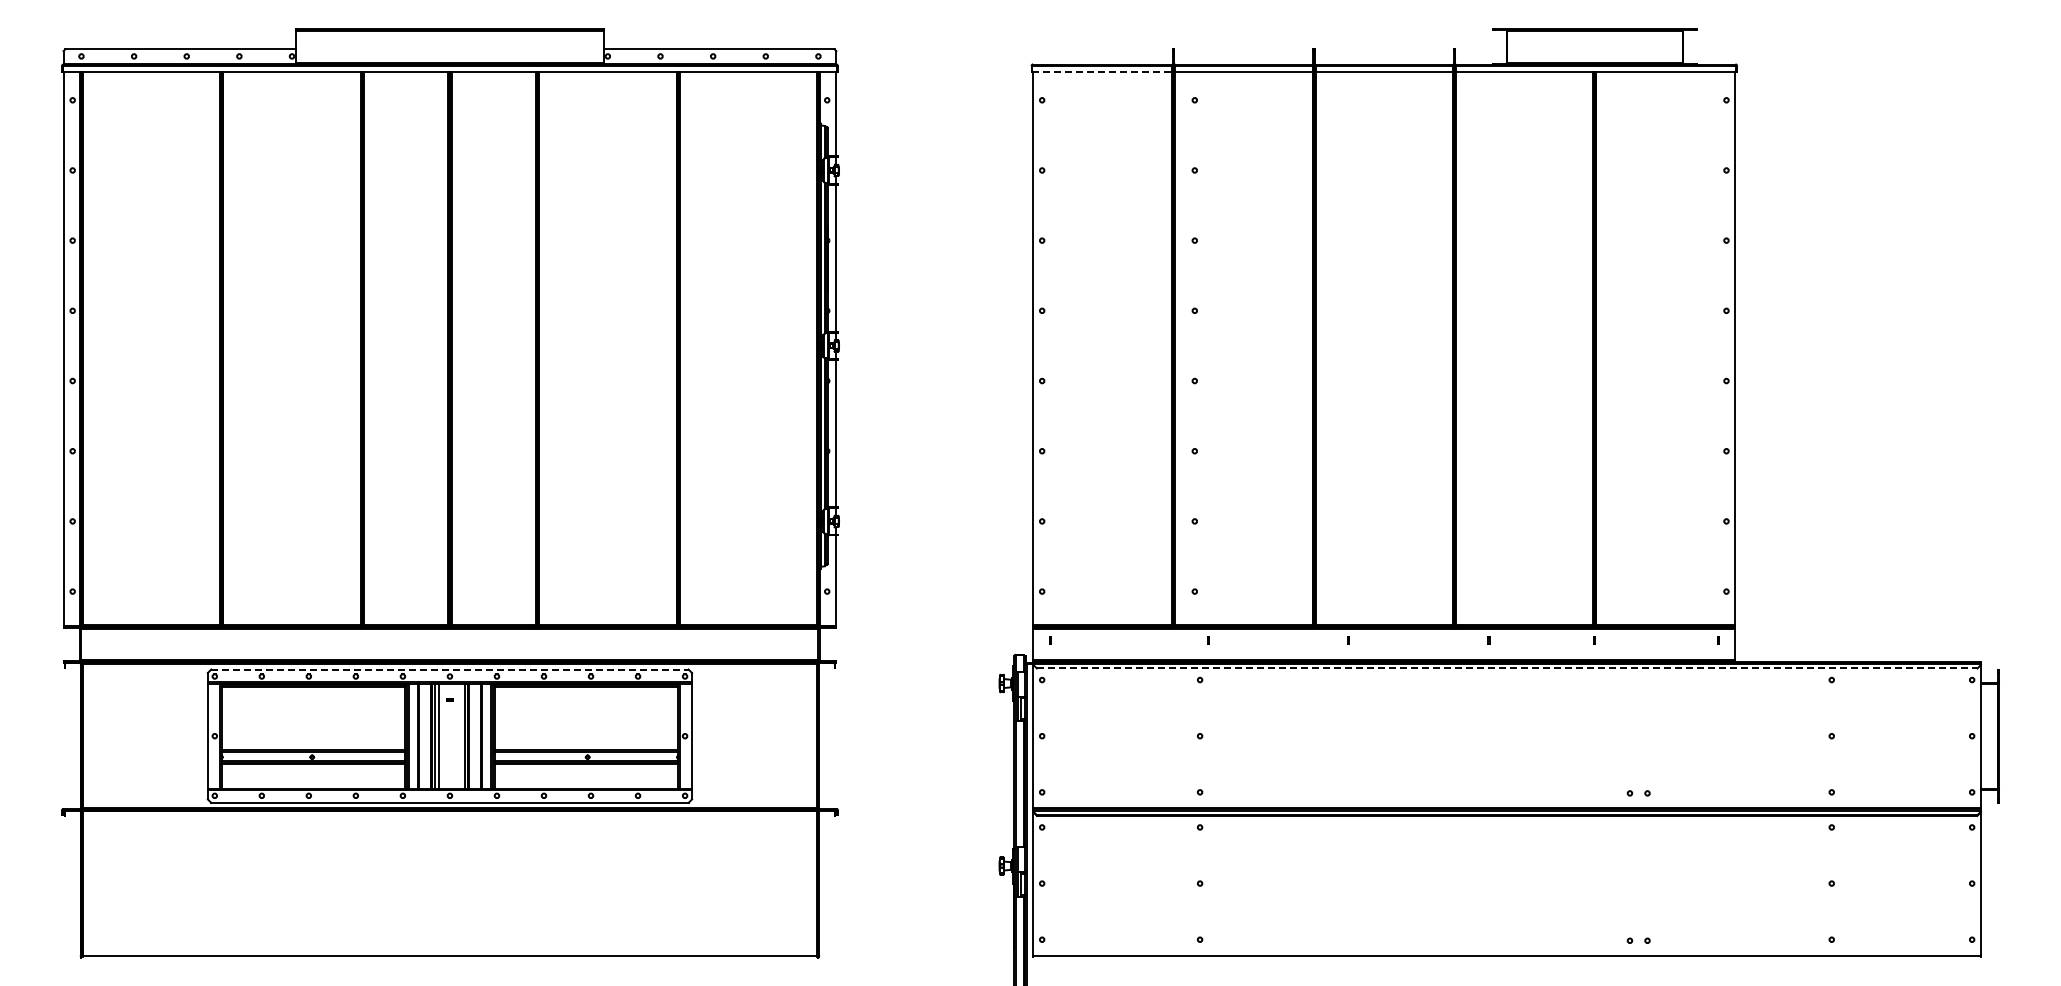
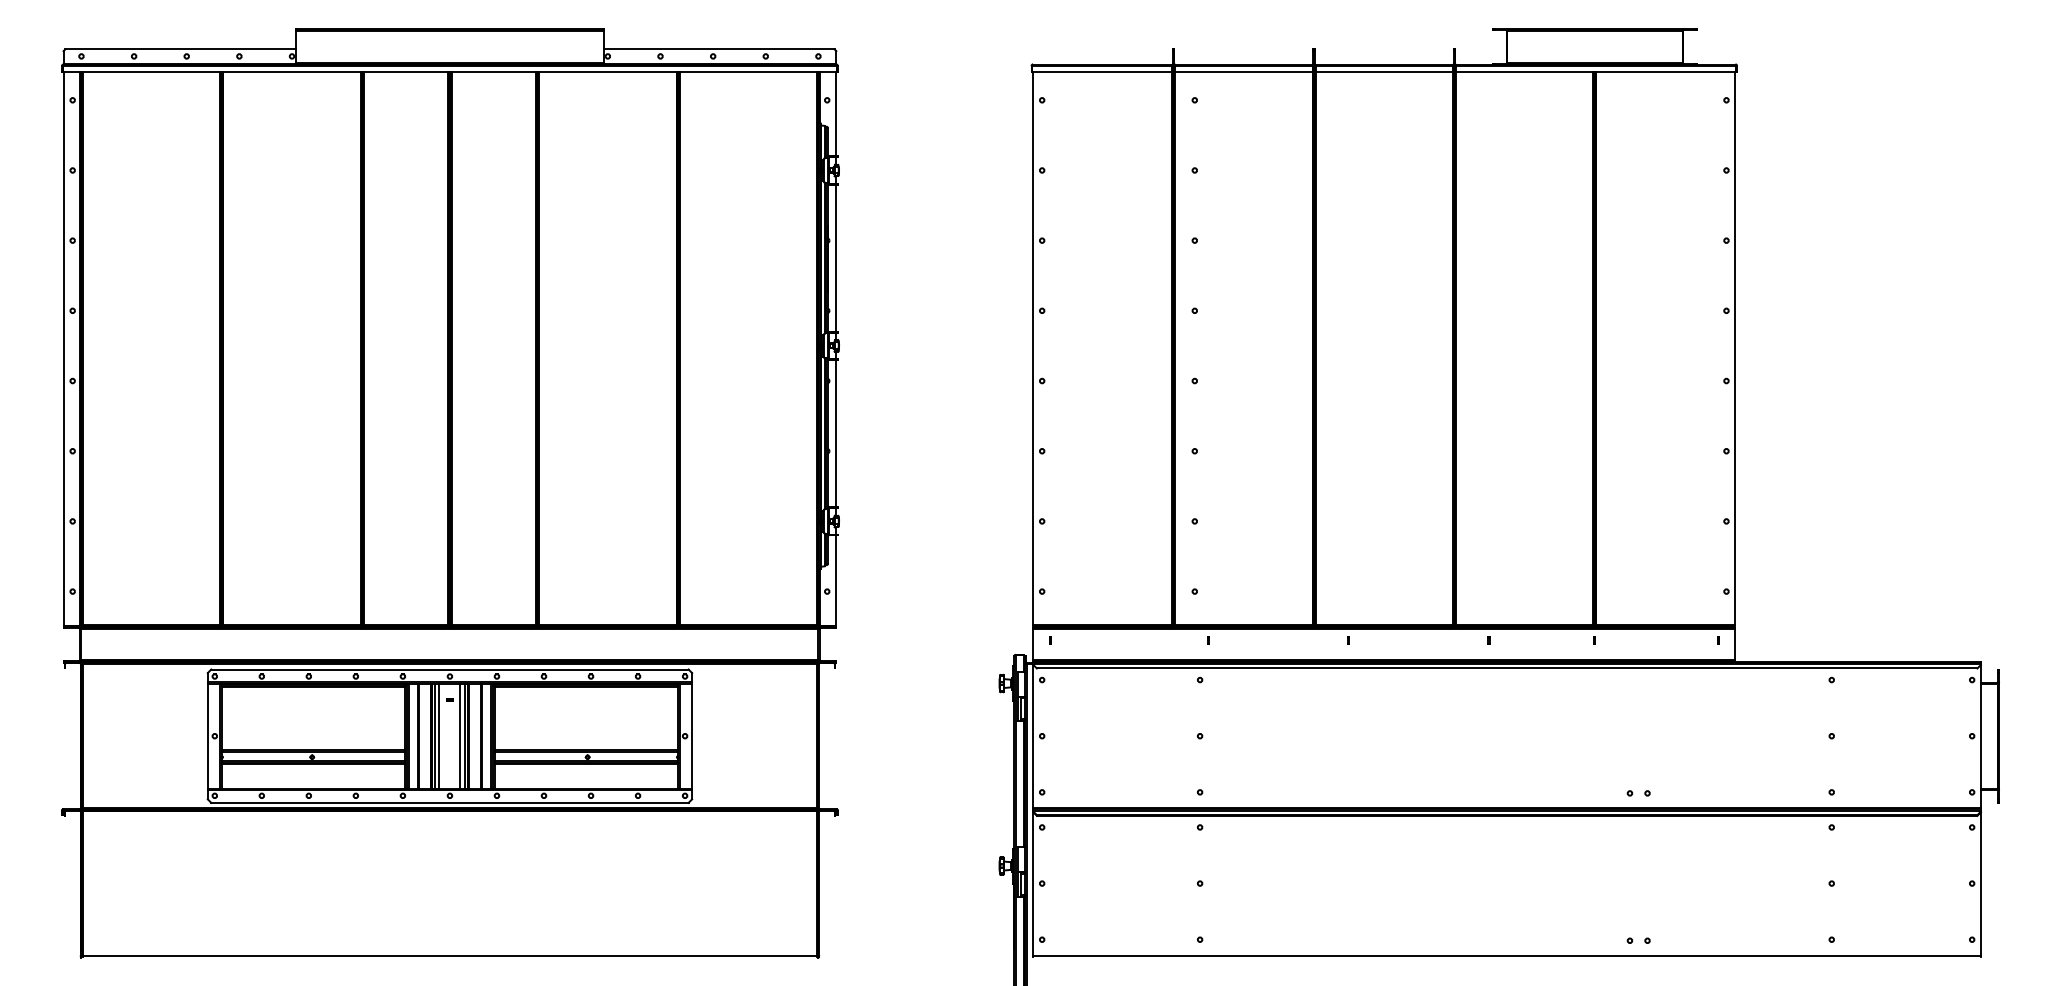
line at (1102, 71): dashed -> solid
line at (1507, 668): dashed -> solid
line at (449, 669): dashed -> solid
line at (460, 735): none -> present
